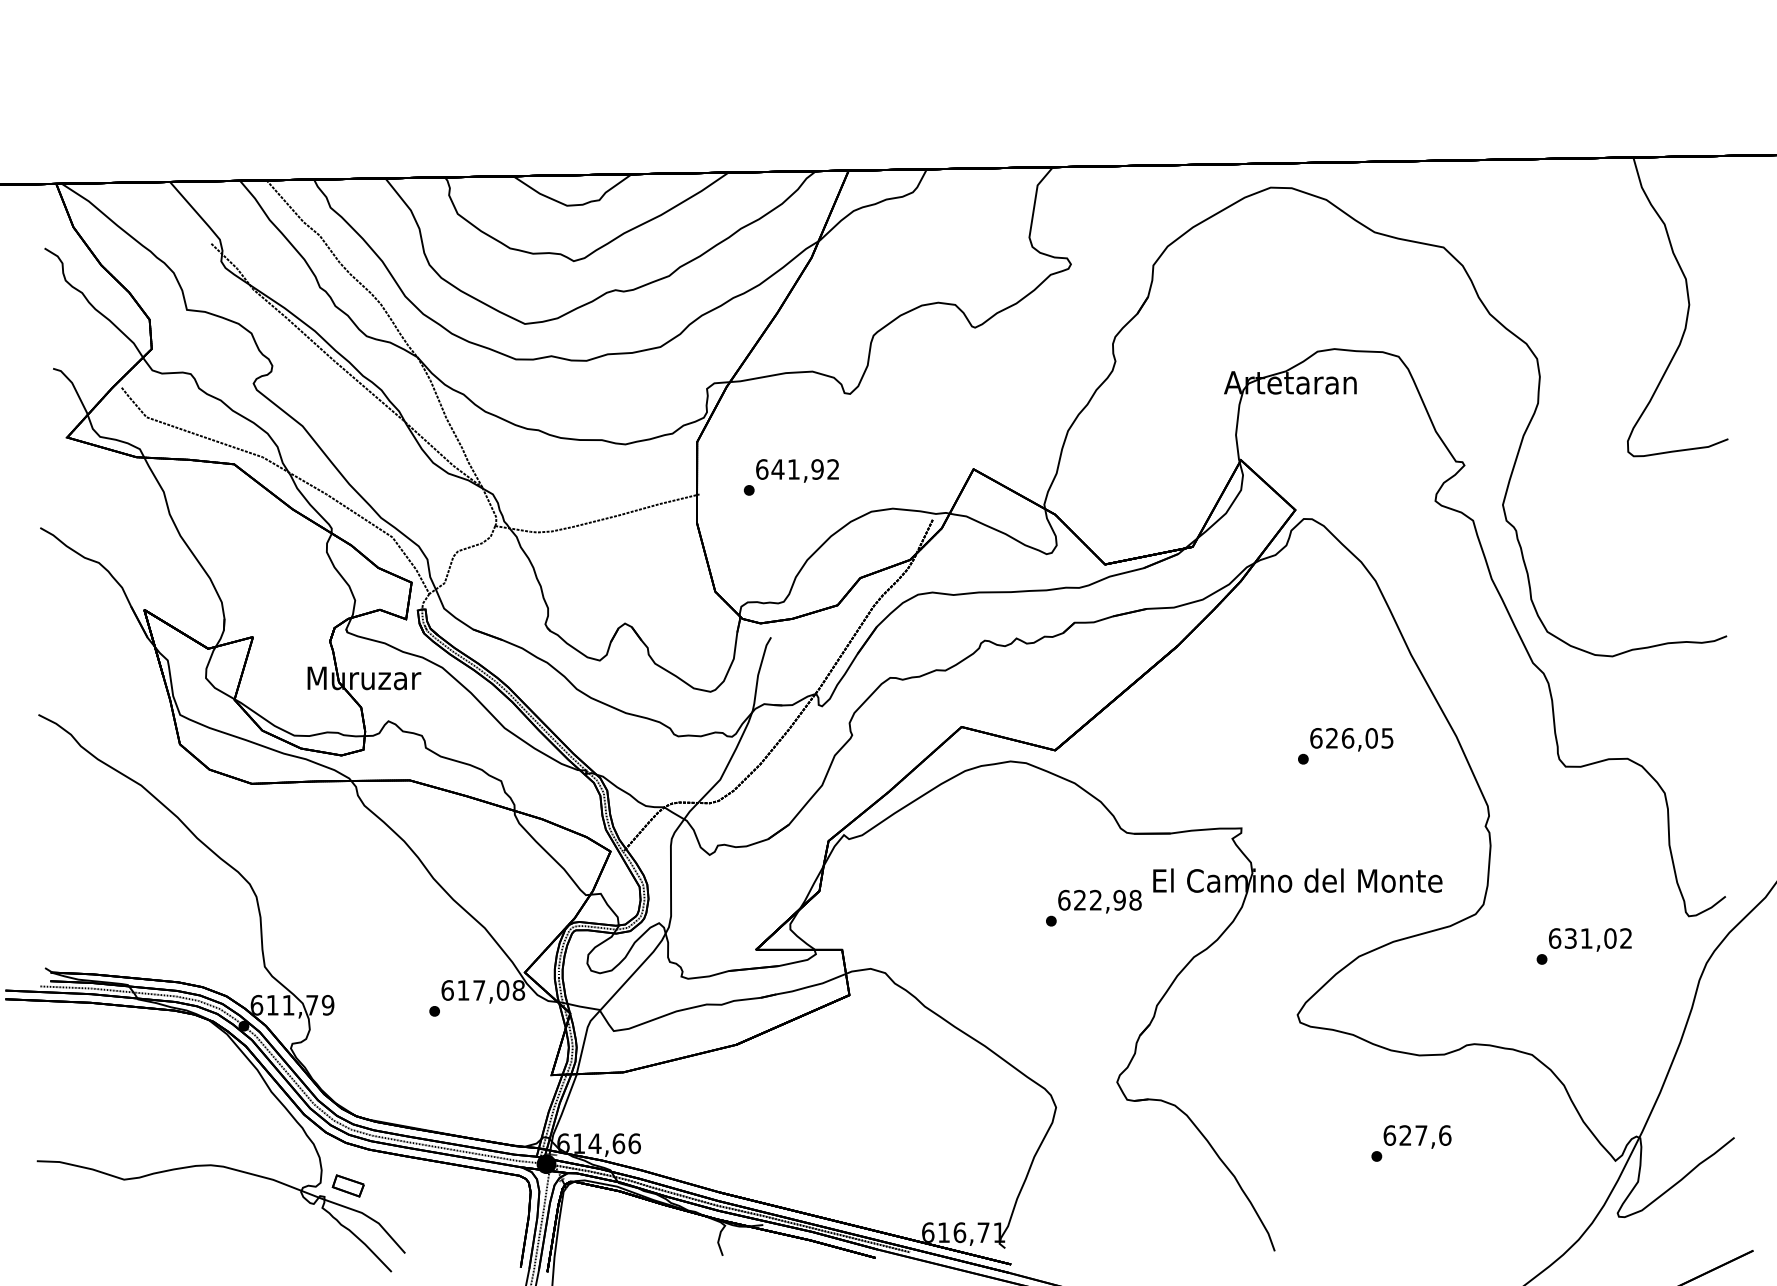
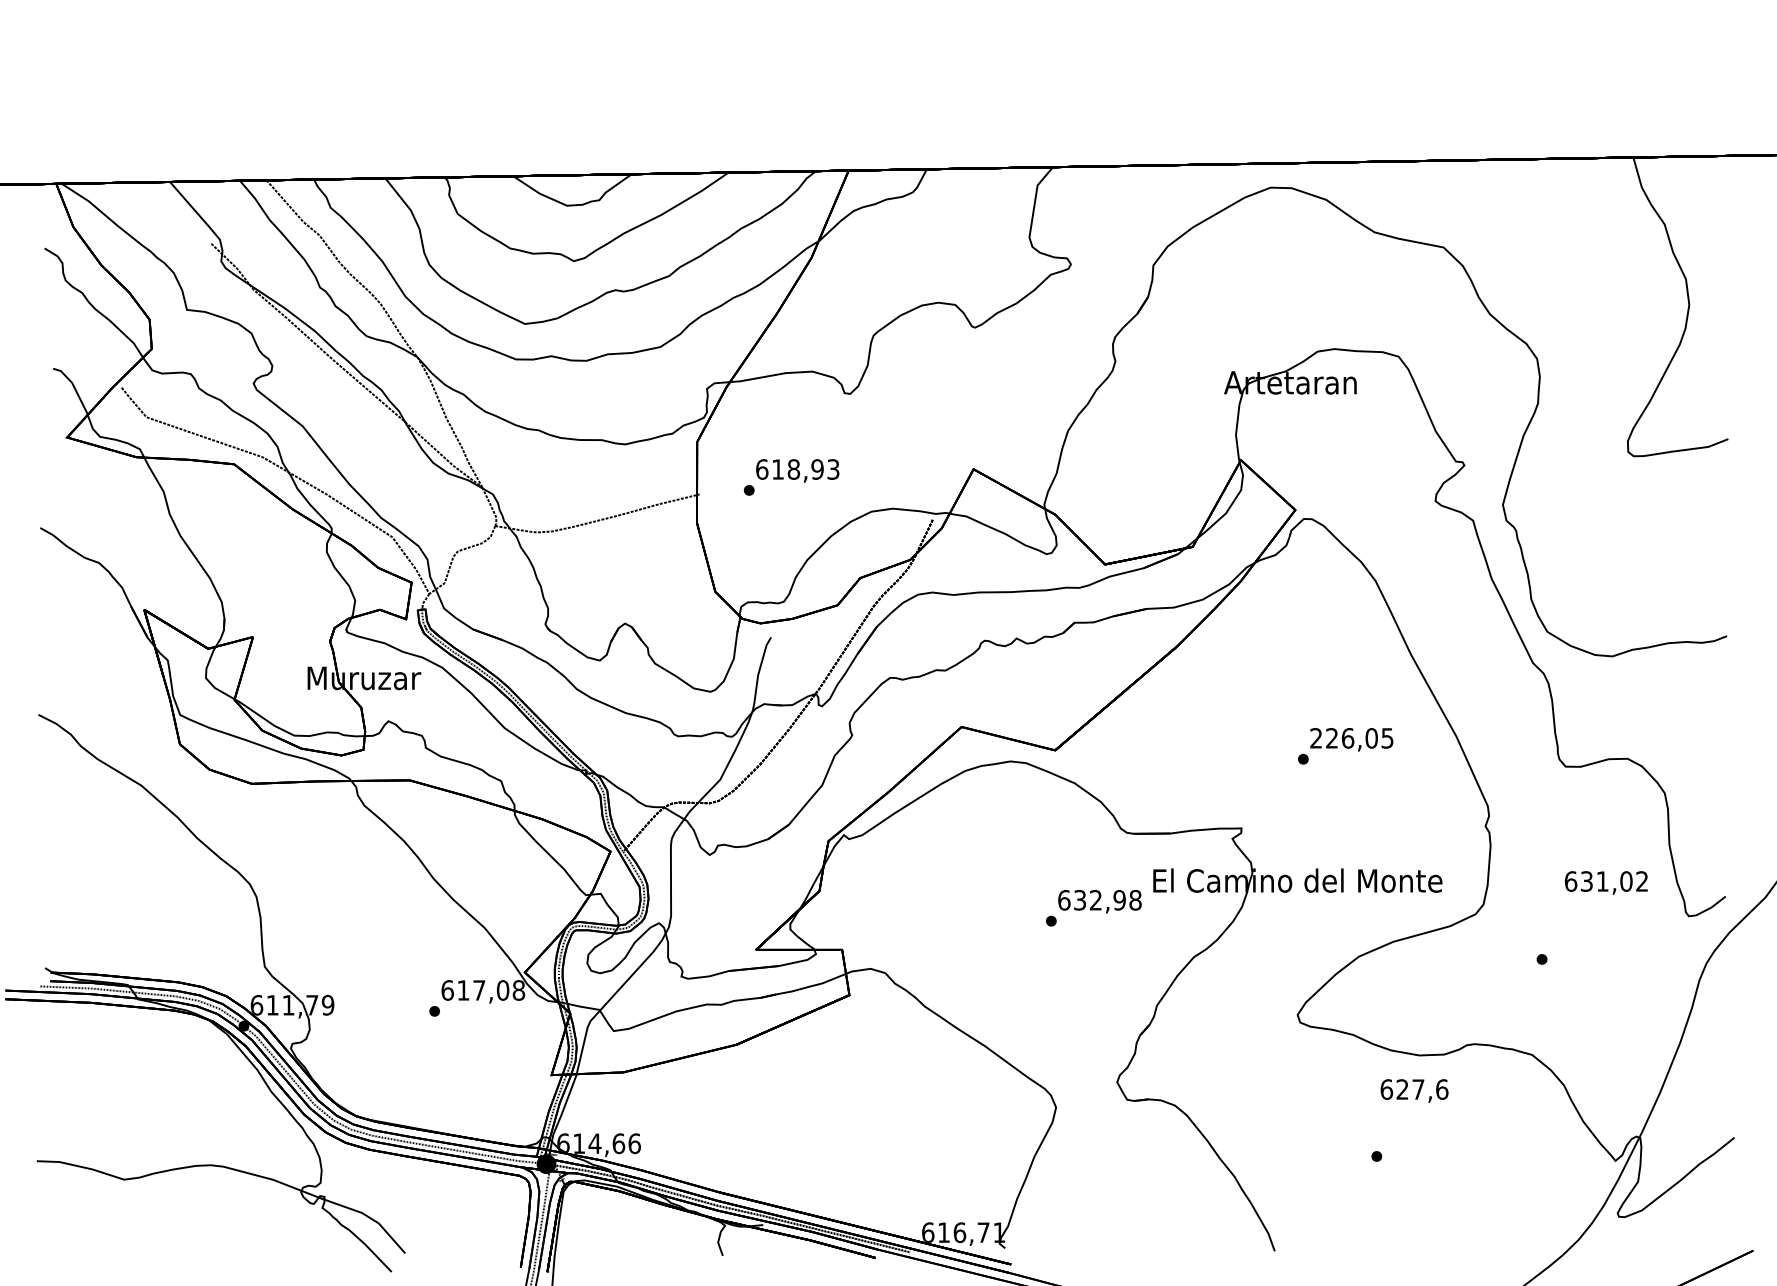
text at (805, 469): 641,92 -> 618,93
text at (1316, 738): 626,05 -> 226,05
text at (1080, 900): 622,98 -> 632,98
text at (1590, 939) position: (1590, 939) -> (1606, 882)
text at (1417, 1136) position: (1417, 1136) -> (1414, 1090)
part at (347, 1185): present -> none
